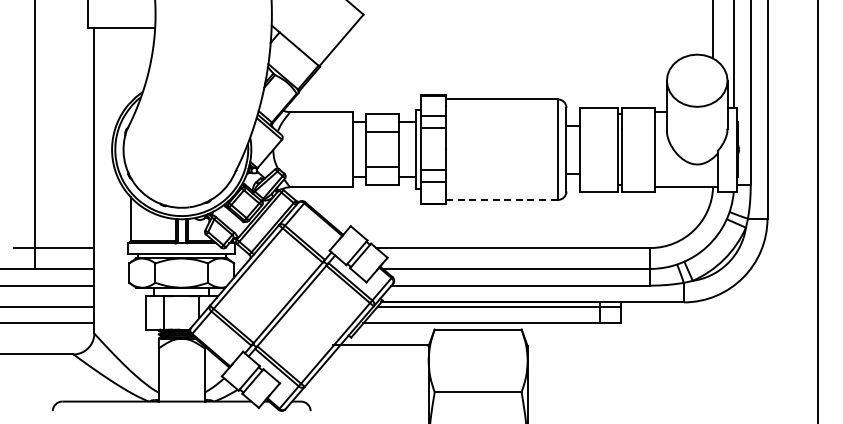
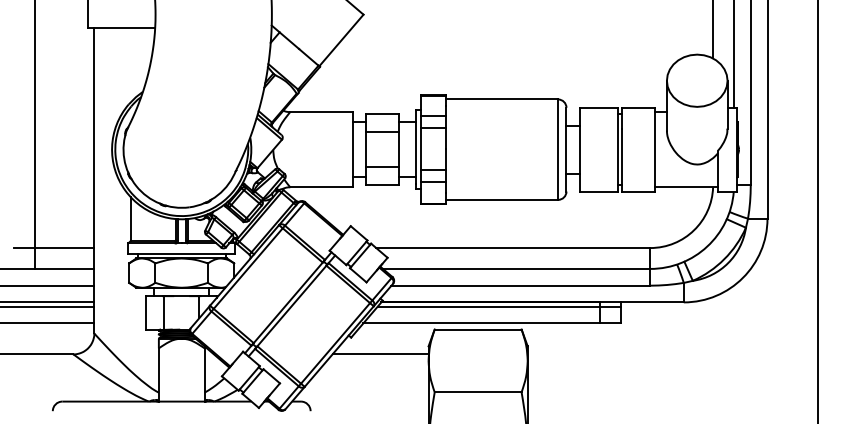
line at (502, 199): dashed -> solid
line at (48, 302): none -> present
line at (380, 345) position: (380, 345) -> (380, 354)
